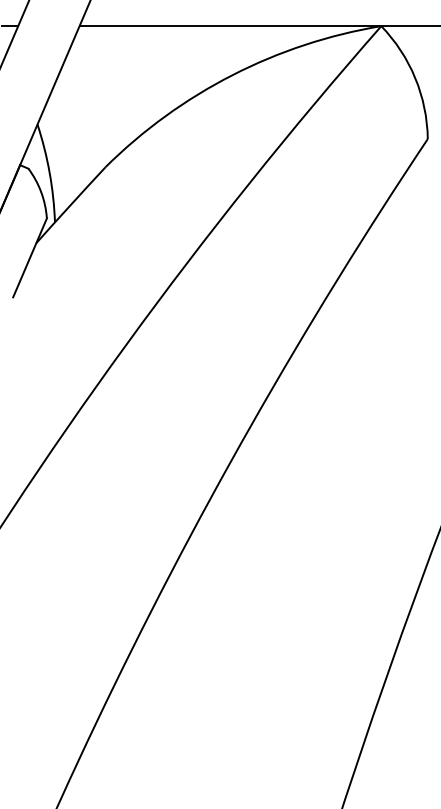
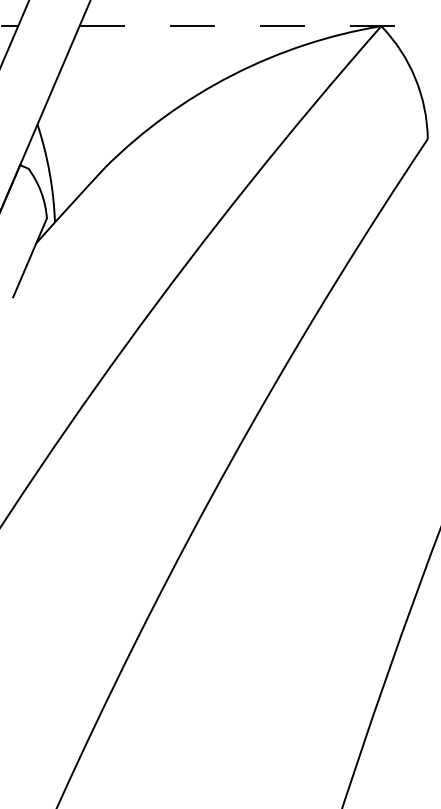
line at (260, 26): solid -> dashed
